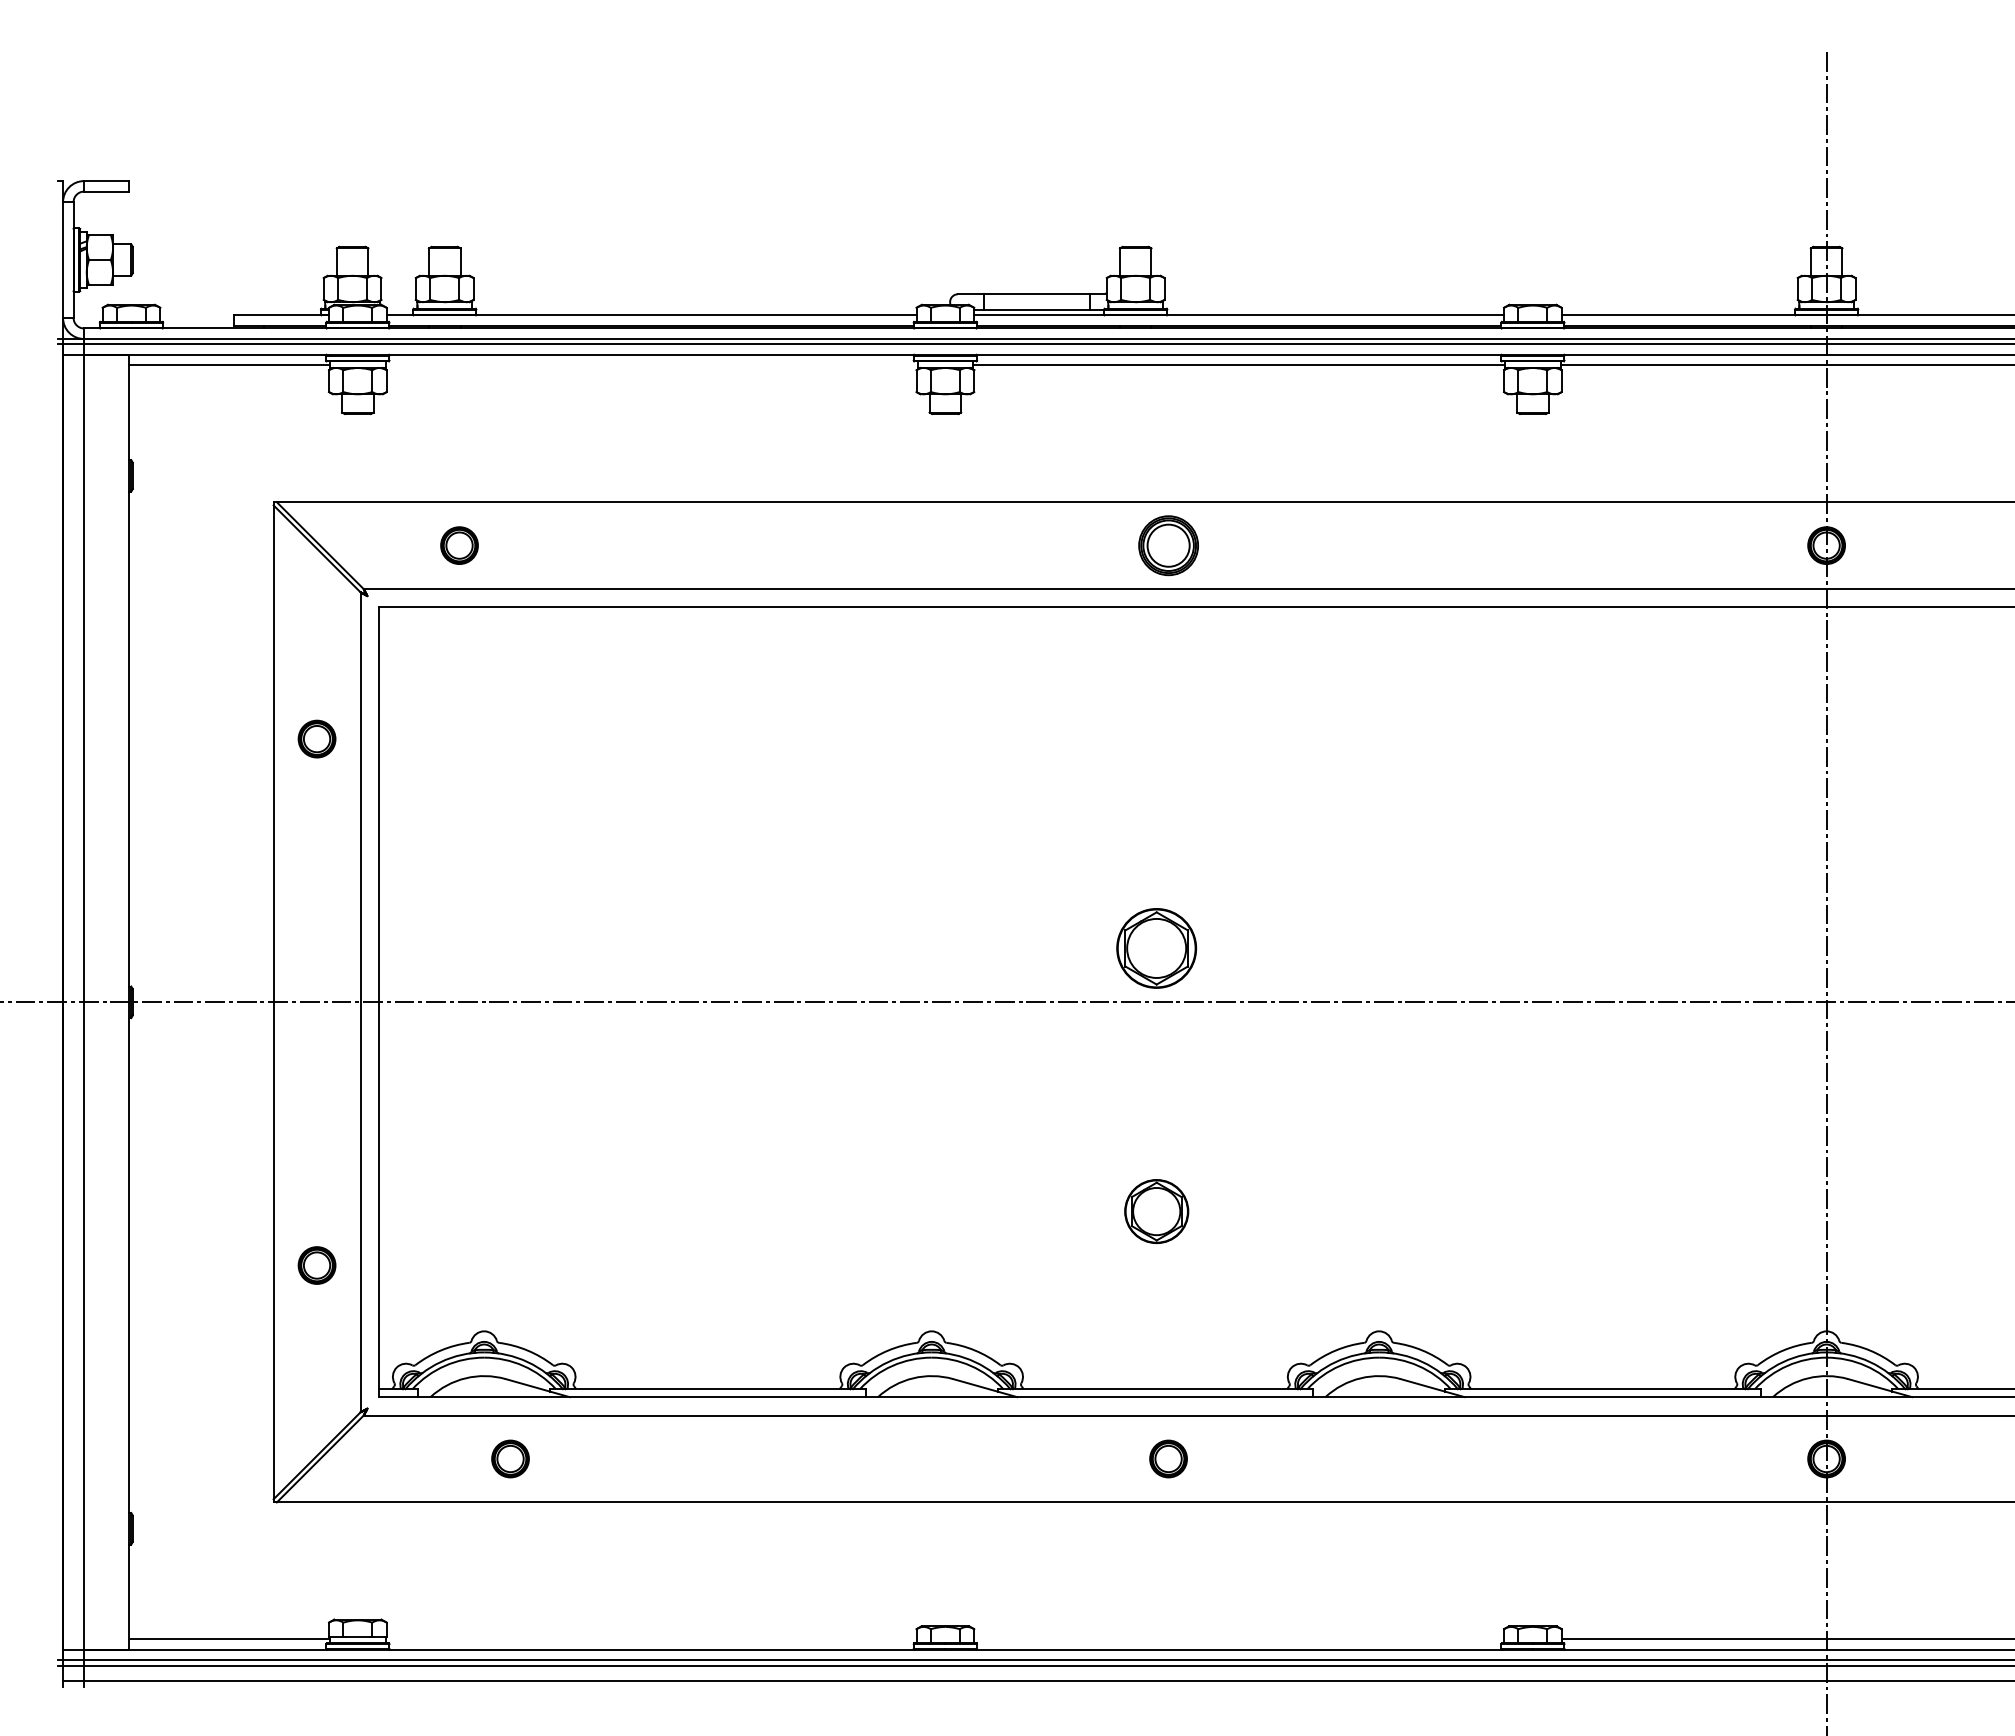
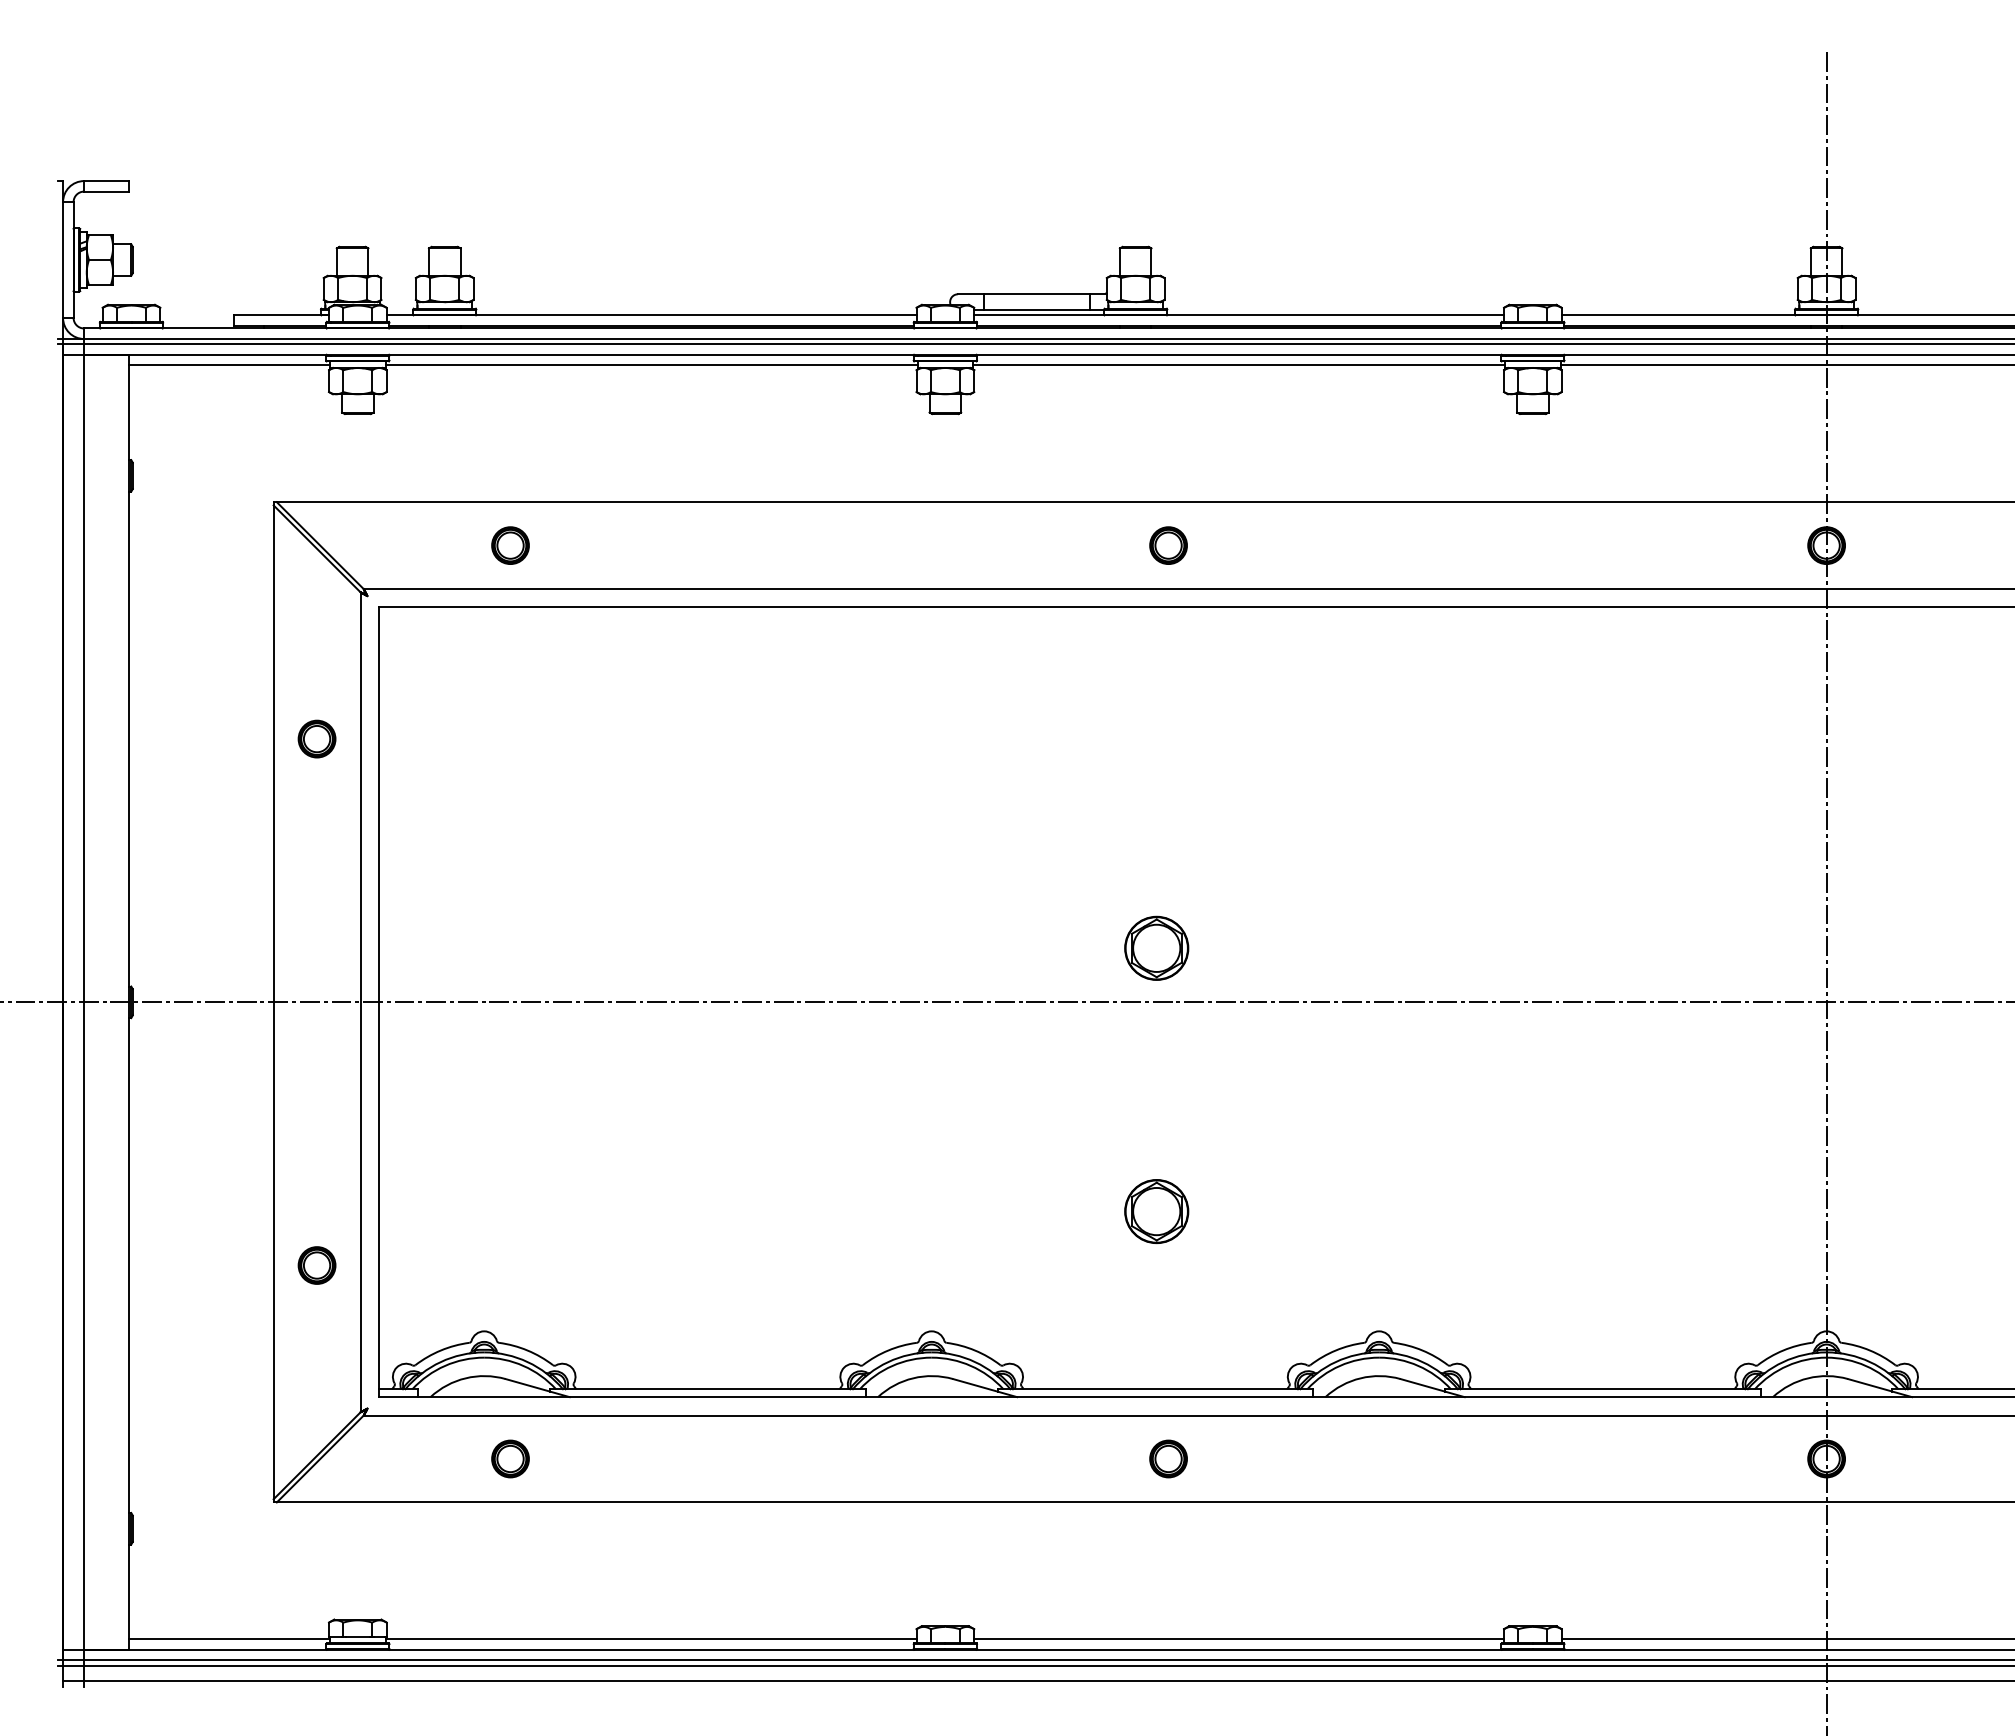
line at (651, 365): none -> present
part at (459, 545) position: (459, 545) -> (510, 545)
part at (1168, 545) size: 61x62 px -> 39x39 px
part at (1156, 948) size: 82x81 px -> 66x66 px
line at (650, 1639): none -> present
line at (1239, 1639): none -> present
